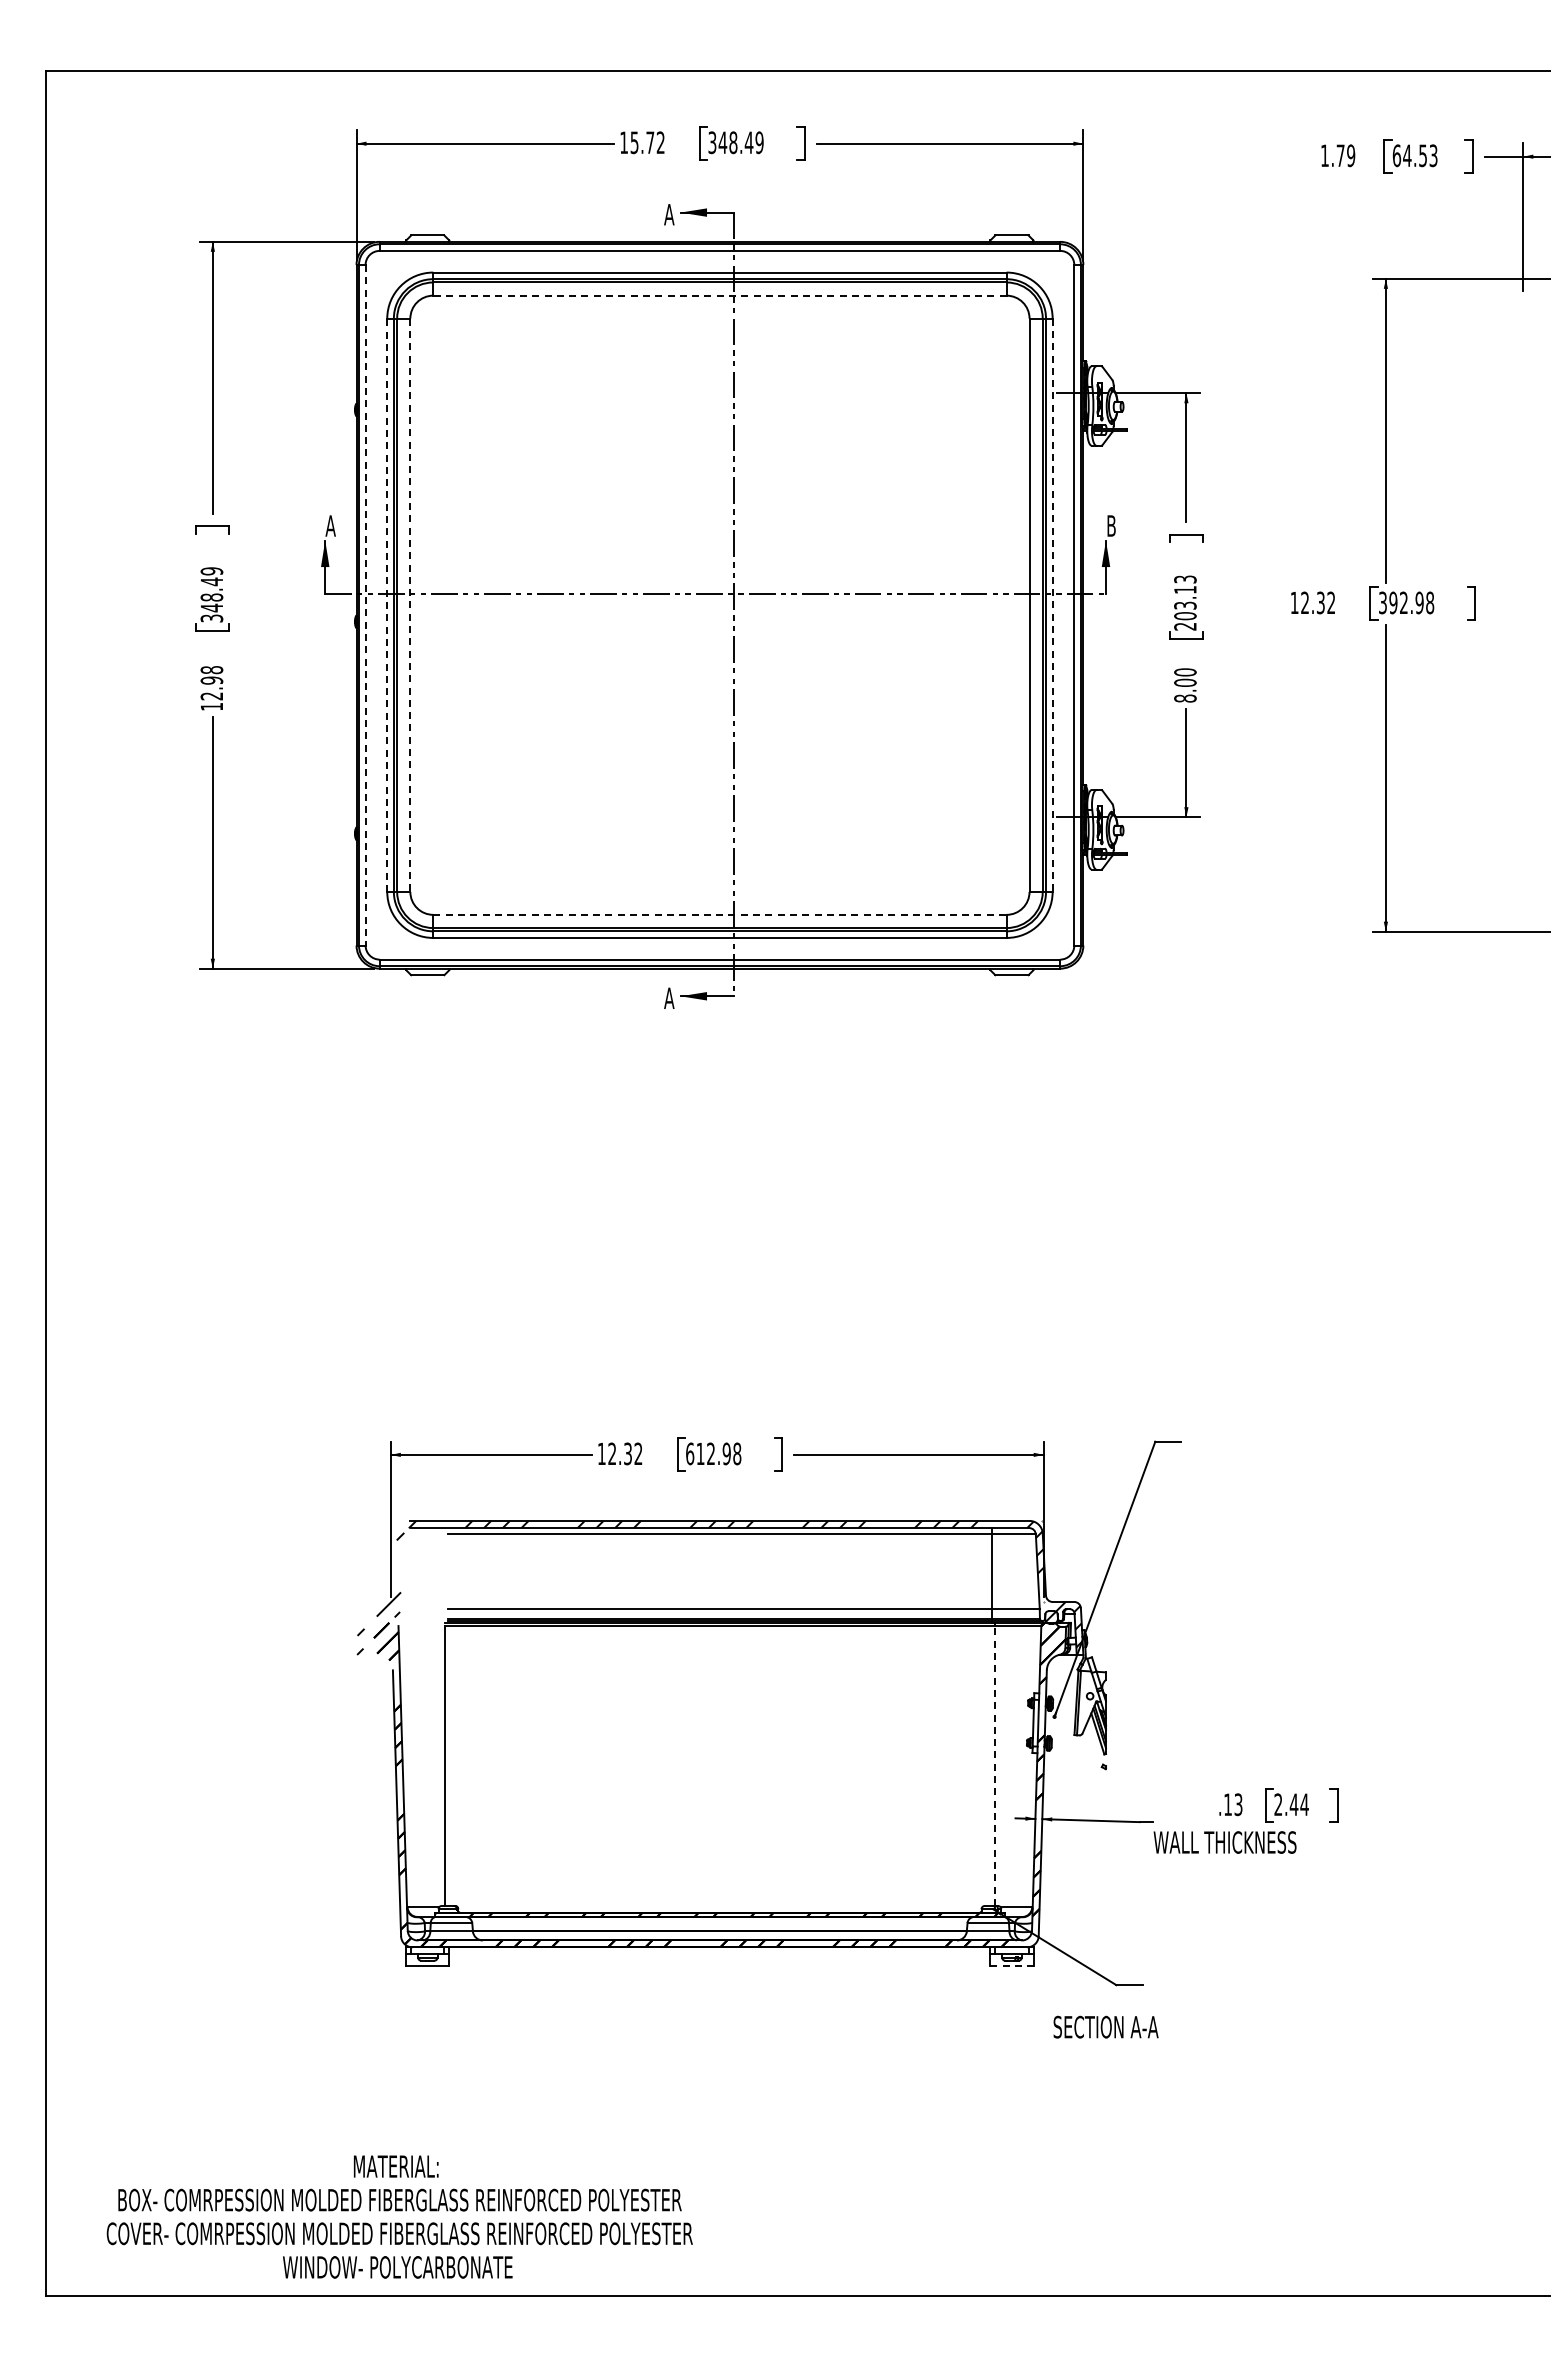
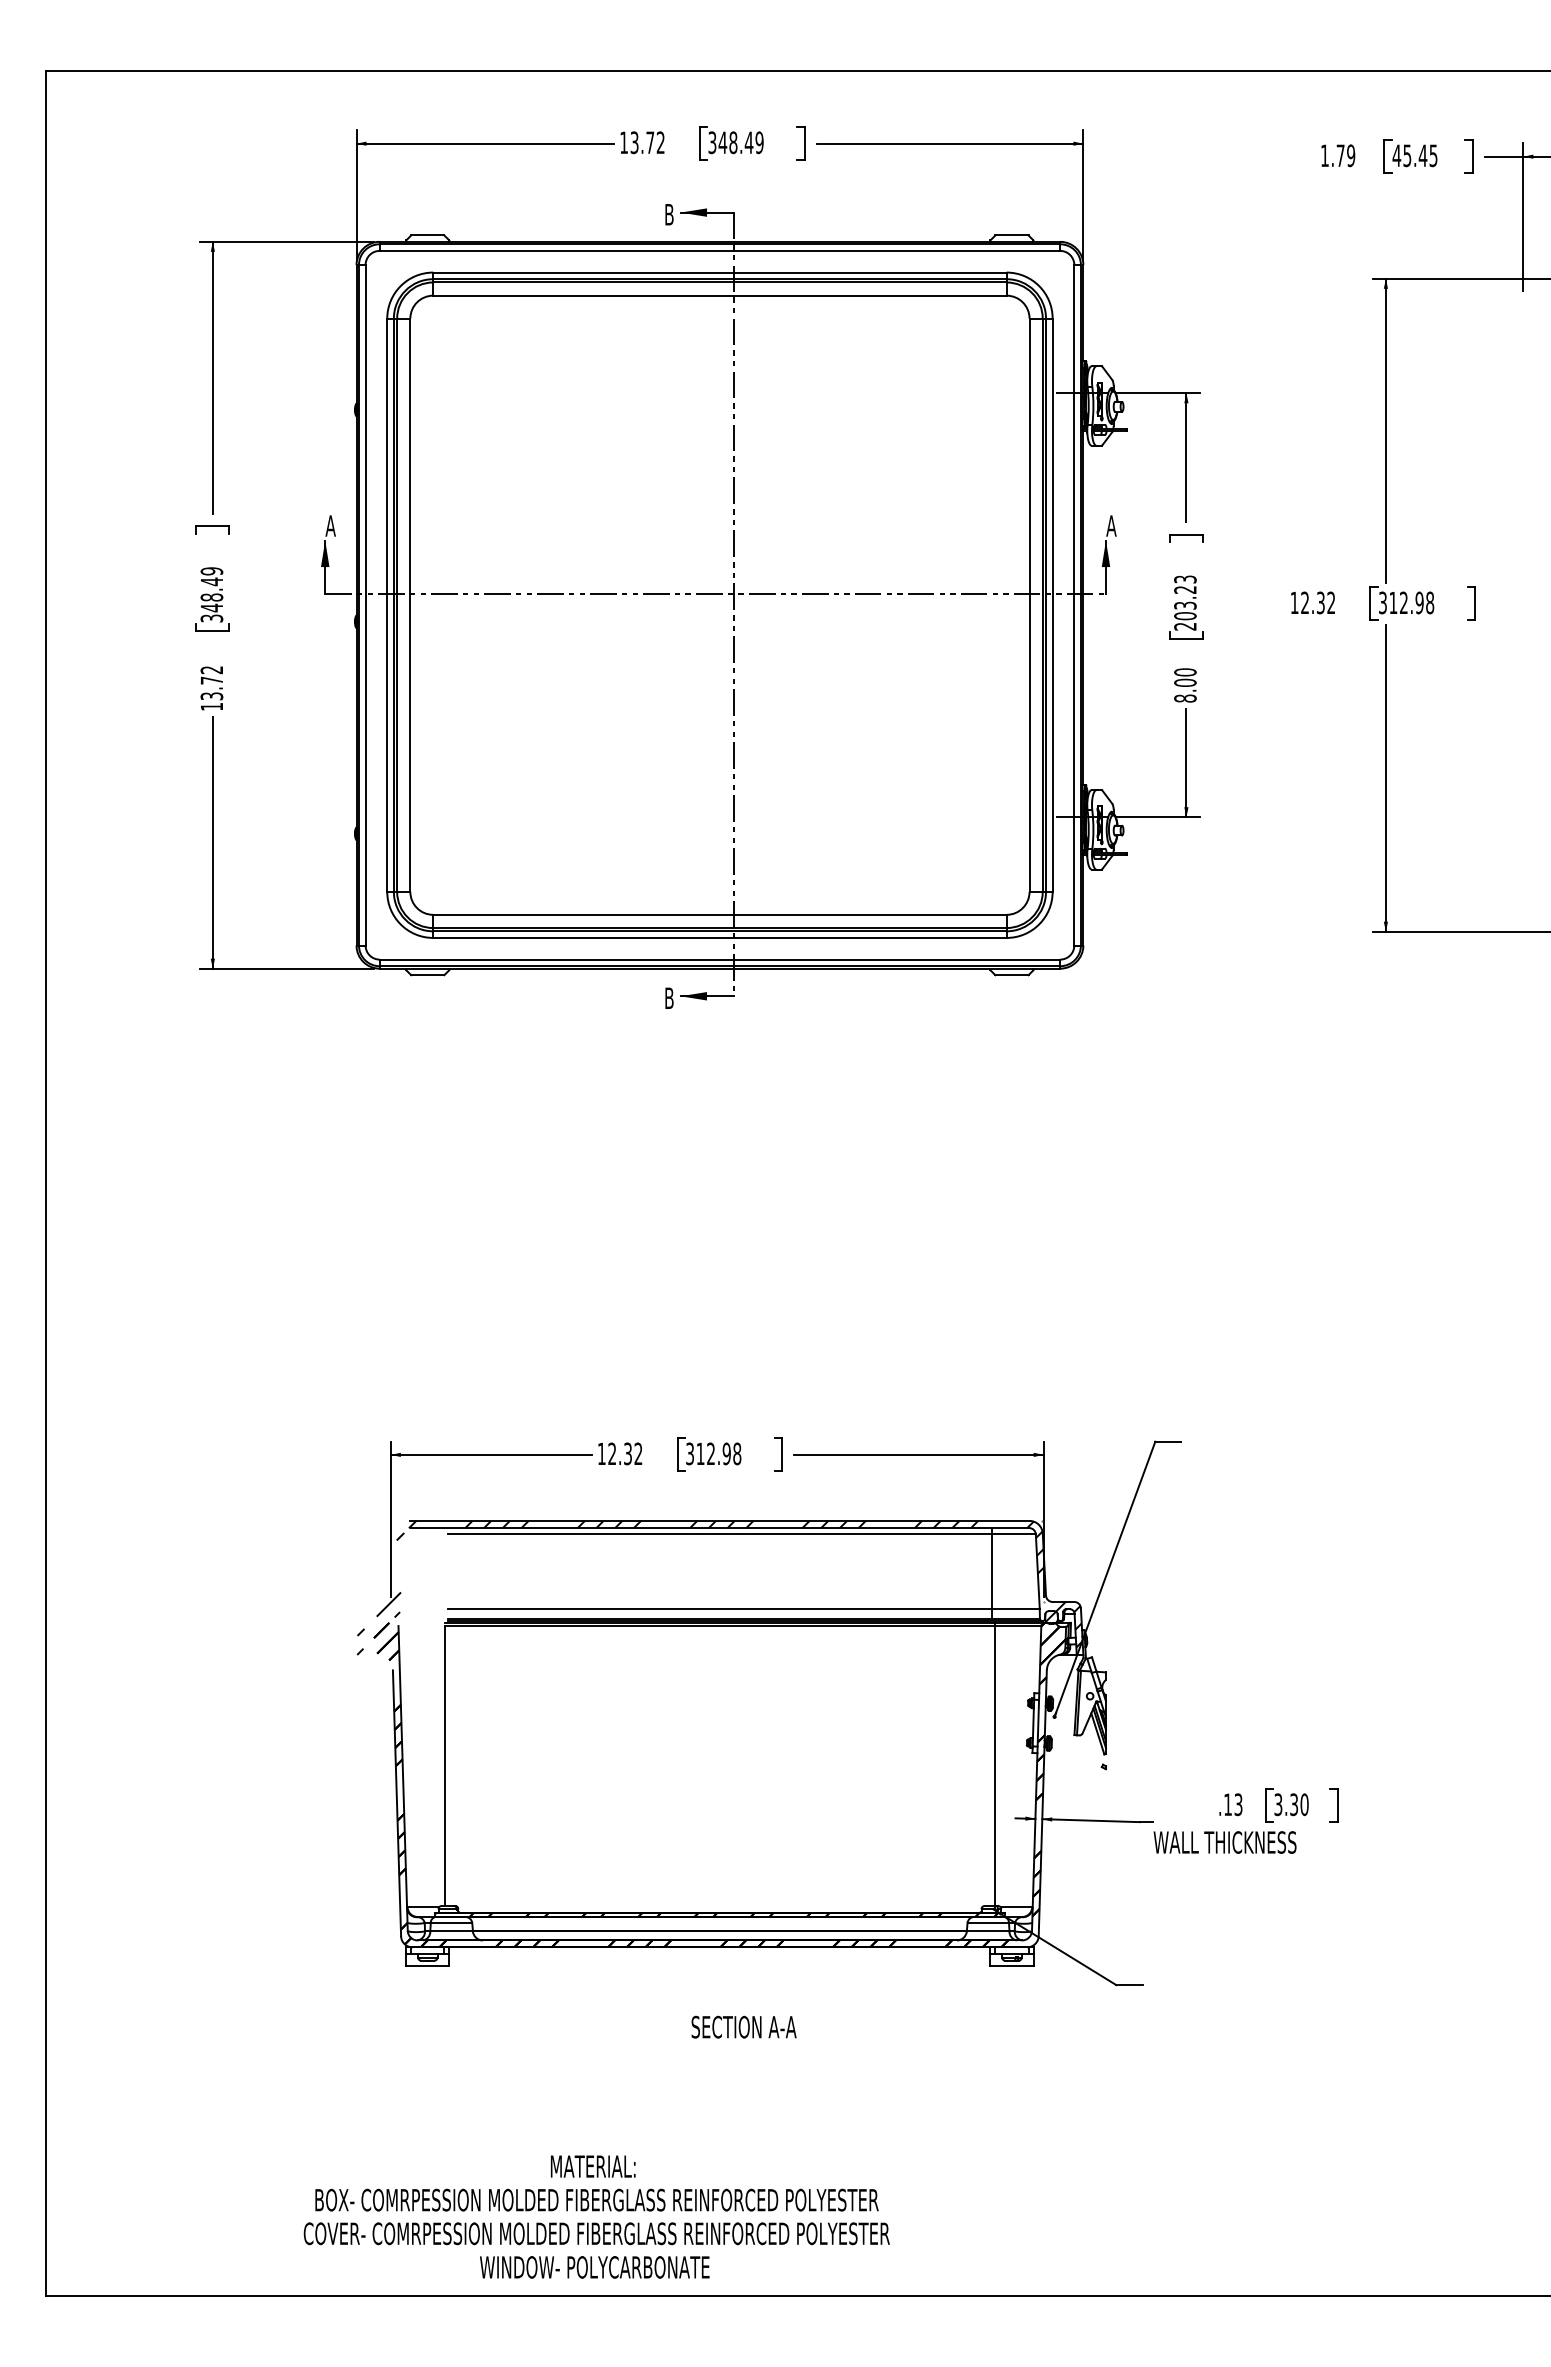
text at (634, 142): 15.72 -> 13.72
text at (1414, 155): 64.53 -> 45.45
text at (669, 214): A -> B
line at (719, 295): dashed -> solid
text at (1111, 525): B -> A
text at (1185, 589): 203.13 -> 203.23
text at (1393, 602): 392.98 -> 312.98
line at (365, 605): dashed -> solid
line at (387, 605): dashed -> solid
line at (410, 605): dashed -> solid
line at (1052, 605): dashed -> solid
text at (211, 683): 12.98 -> 13.72
line at (719, 914): dashed -> solid
text at (669, 997): A -> B
text at (690, 1453): 612.98 -> 312.98
line at (995, 1766): dashed -> solid
text at (1291, 1804): 2.44 -> 3.30
line at (1011, 1965): dashed -> solid
text at (1105, 2026) position: (1105, 2026) -> (743, 2026)
text at (399, 2216) position: (399, 2216) -> (596, 2216)
